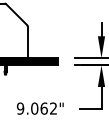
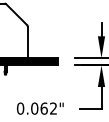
text at (20, 108): 9.062" -> 0.062"
